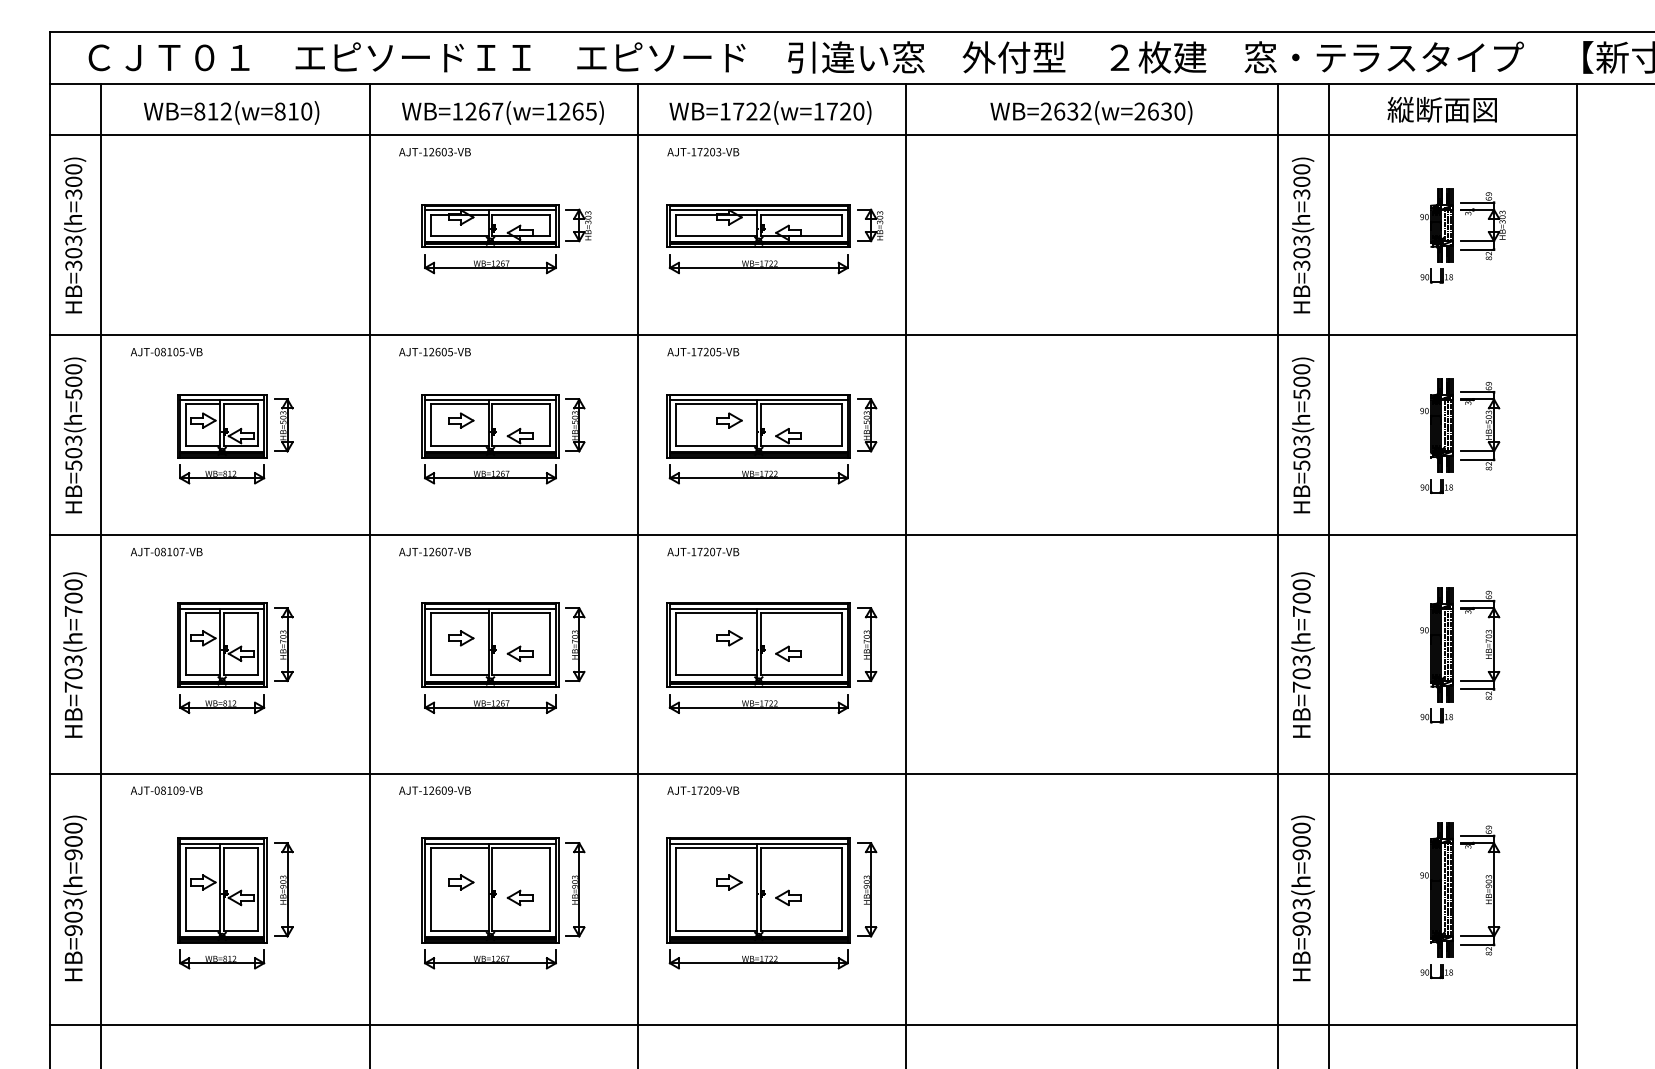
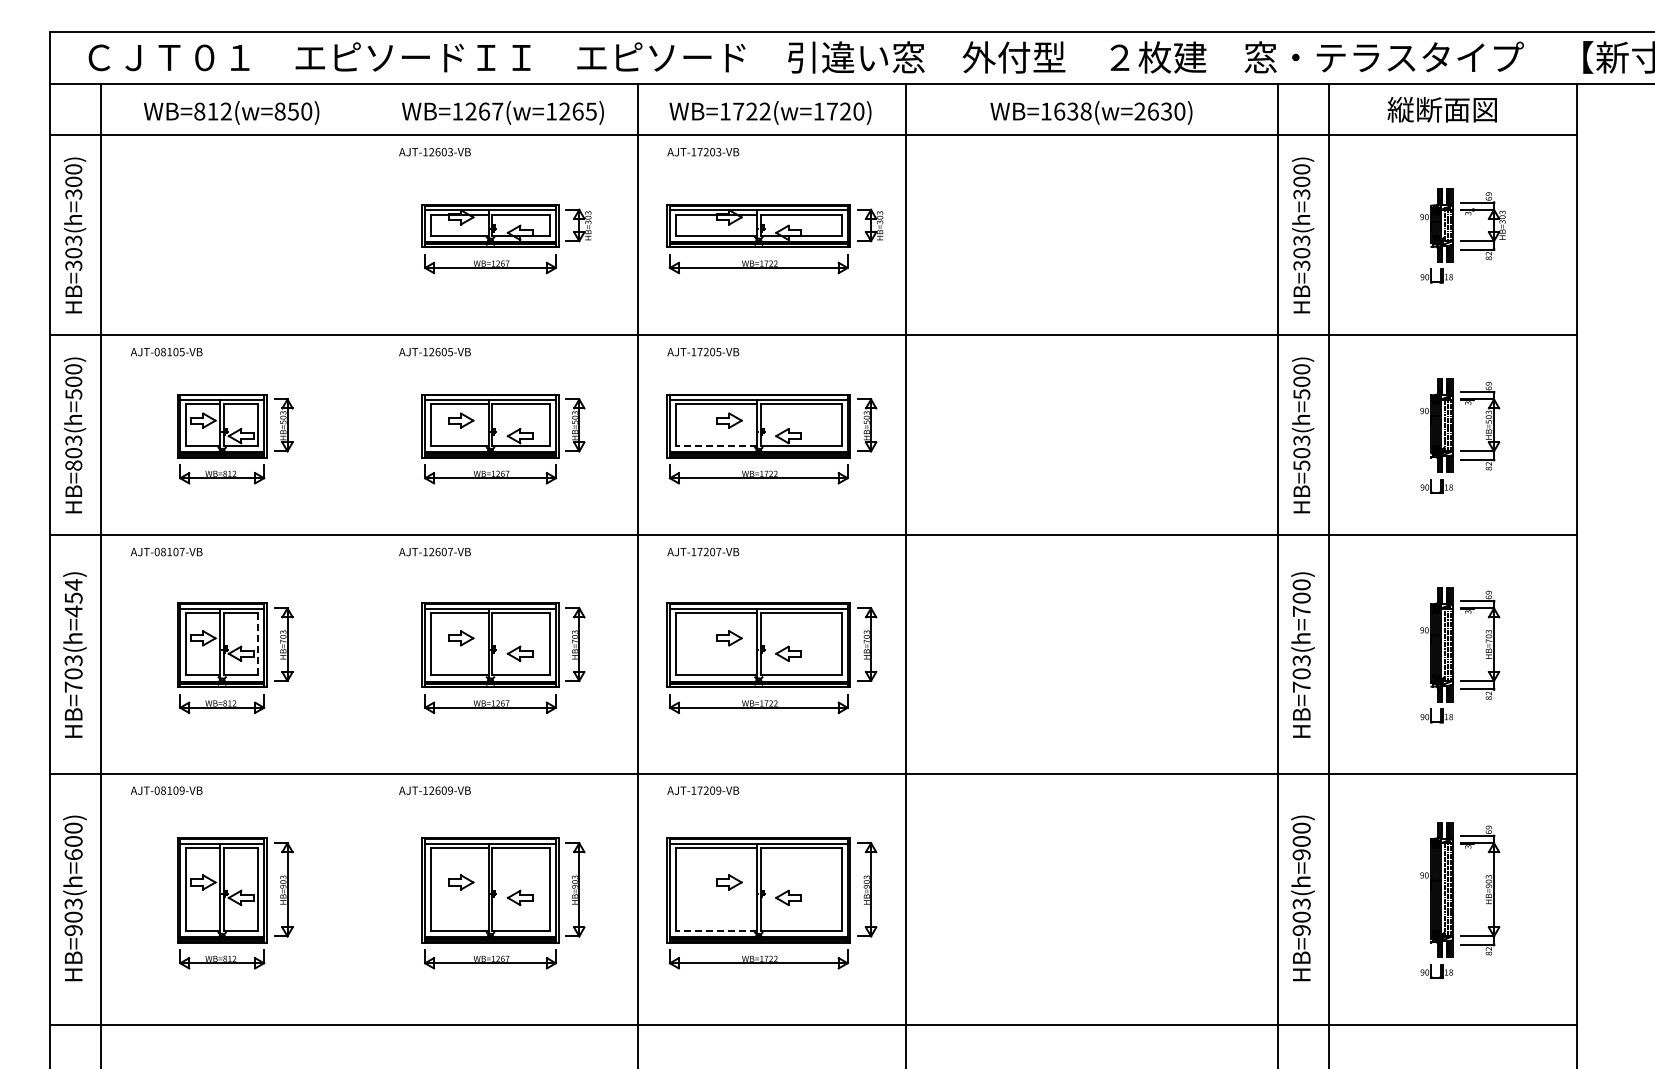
text at (292, 111): WB=812(w=810) -> WB=812(w=850)
text at (1065, 111): WB=2632(w=2630) -> WB=1638(w=2630)
line at (716, 445): solid -> dashed
text at (73, 465): HB=503(h=500) -> HB=803(h=500)
line at (369, 574): present -> none
text at (73, 598): HB=703(h=700) -> HB=703(h=454)
line at (258, 644): solid -> dashed
text at (73, 854): HB=903(h=900) -> HB=903(h=600)
line at (716, 930): solid -> dashed
